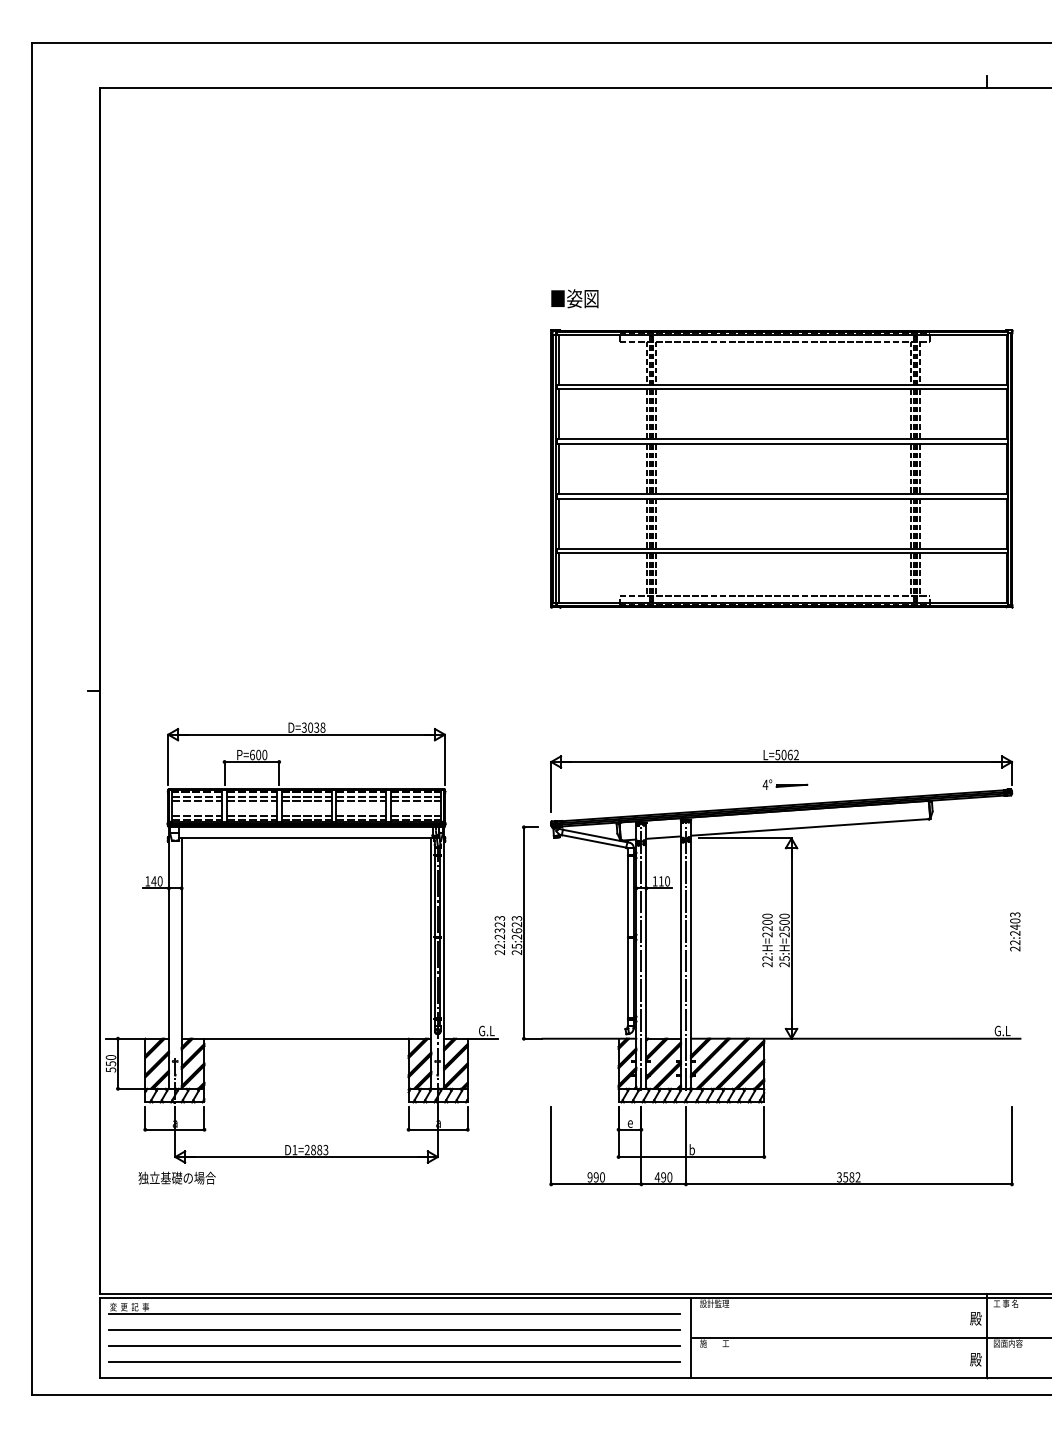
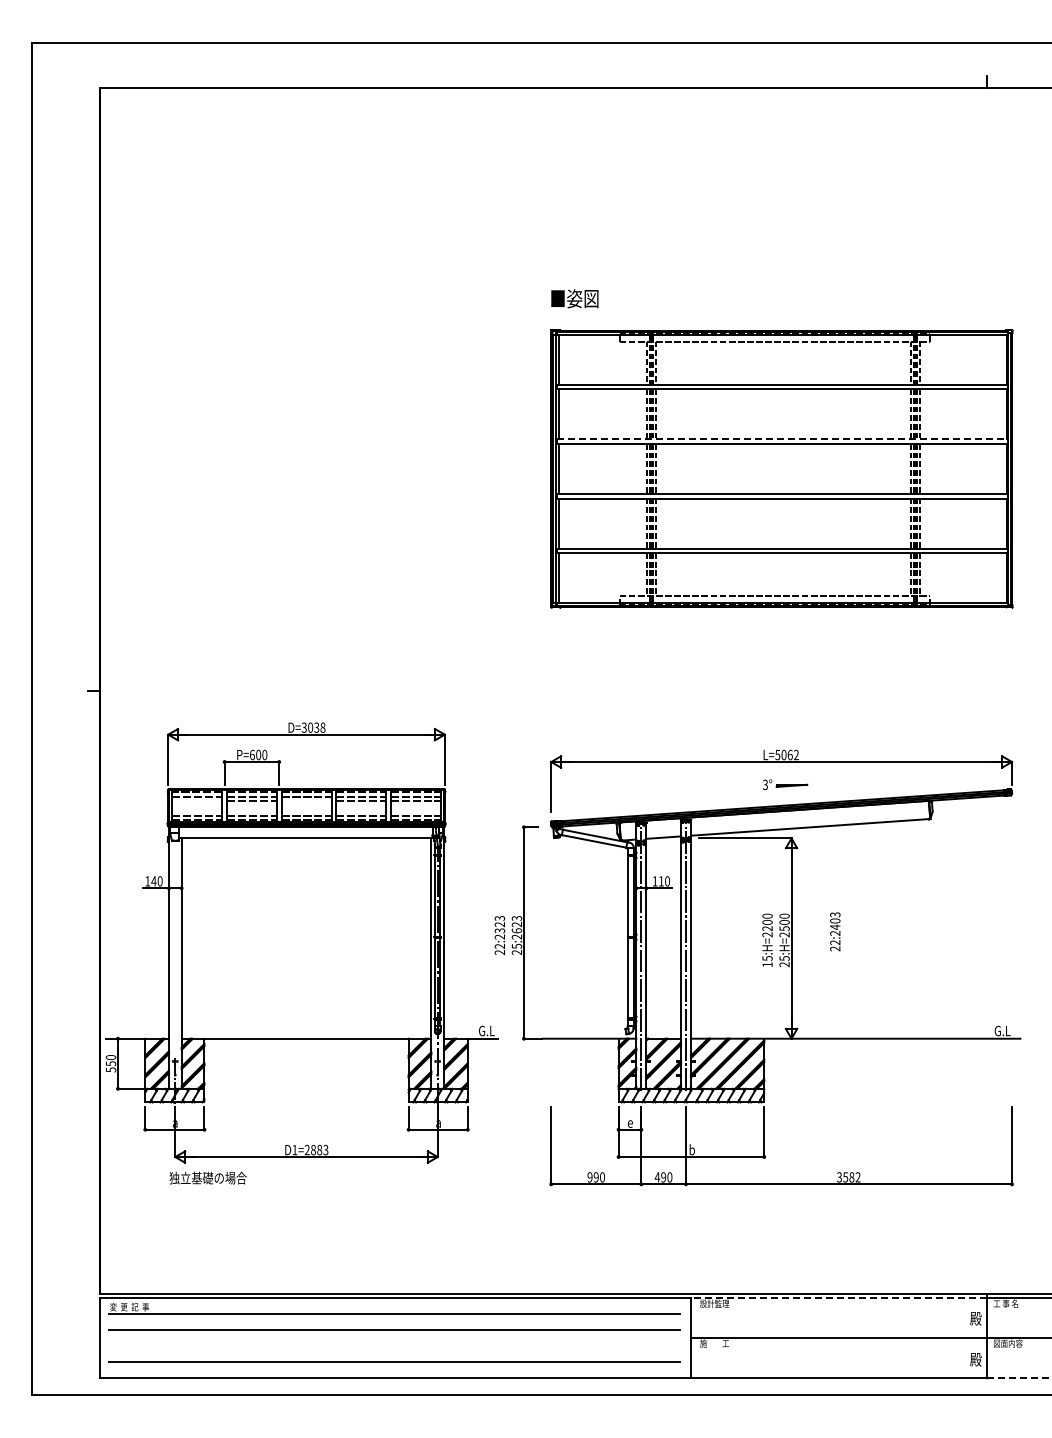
line at (782, 439): solid -> dashed
text at (765, 784): 4° -> 3°
line at (197, 801): present -> none
line at (306, 801): present -> none
text at (1015, 931) position: (1015, 931) -> (835, 931)
text at (767, 961): 22:H=2200 -> 15:H=2200
text at (176, 1177) position: (176, 1177) -> (207, 1177)
line at (839, 1298): solid -> dashed
line at (394, 1345): present -> none
line at (1019, 1377): solid -> dashed
